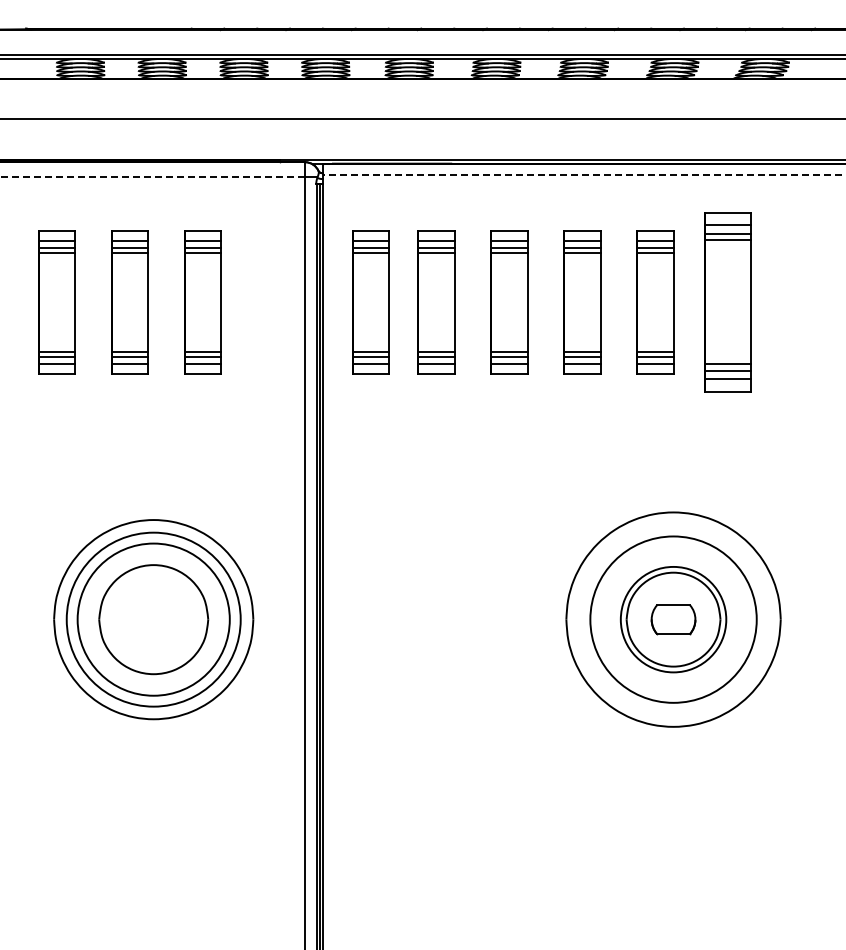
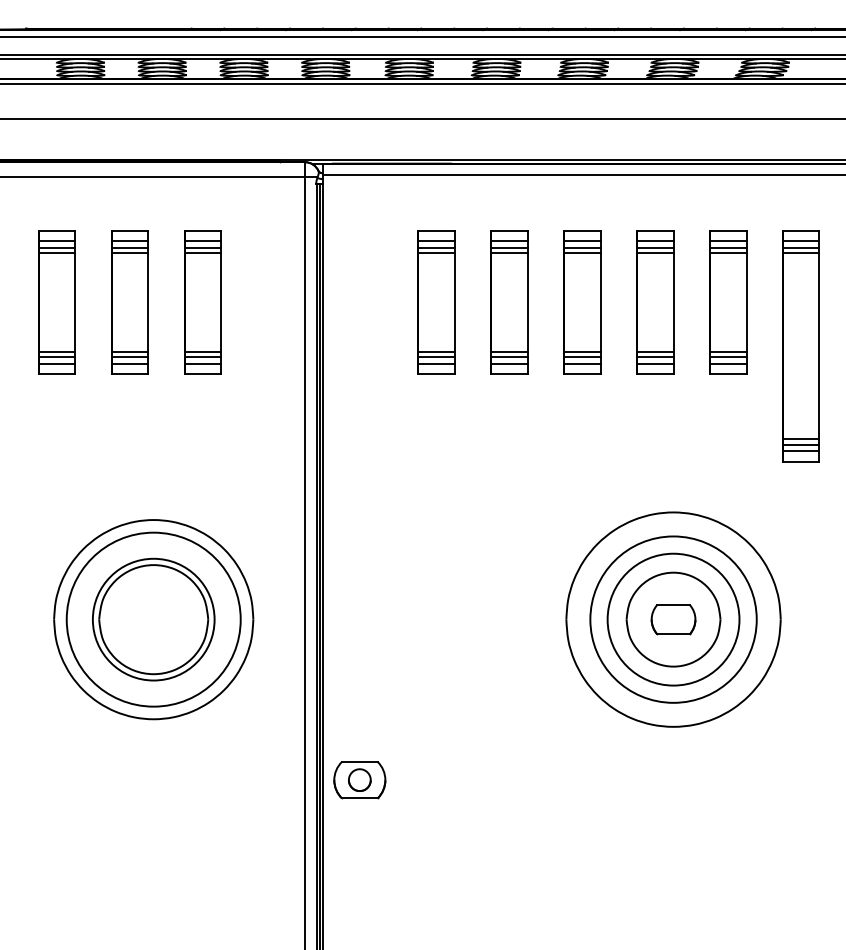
line at (422, 36): none -> present
line at (422, 84): none -> present
line at (584, 175): dashed -> solid
line at (153, 176): dashed -> solid
part at (370, 302): present -> none
part at (727, 302) size: 48x181 px -> 39x145 px
part at (800, 346): none -> present
circle at (153, 619) diameter: 152 px -> 122 px
circle at (673, 619) diameter: 105 px -> 132 px
part at (359, 780): none -> present
